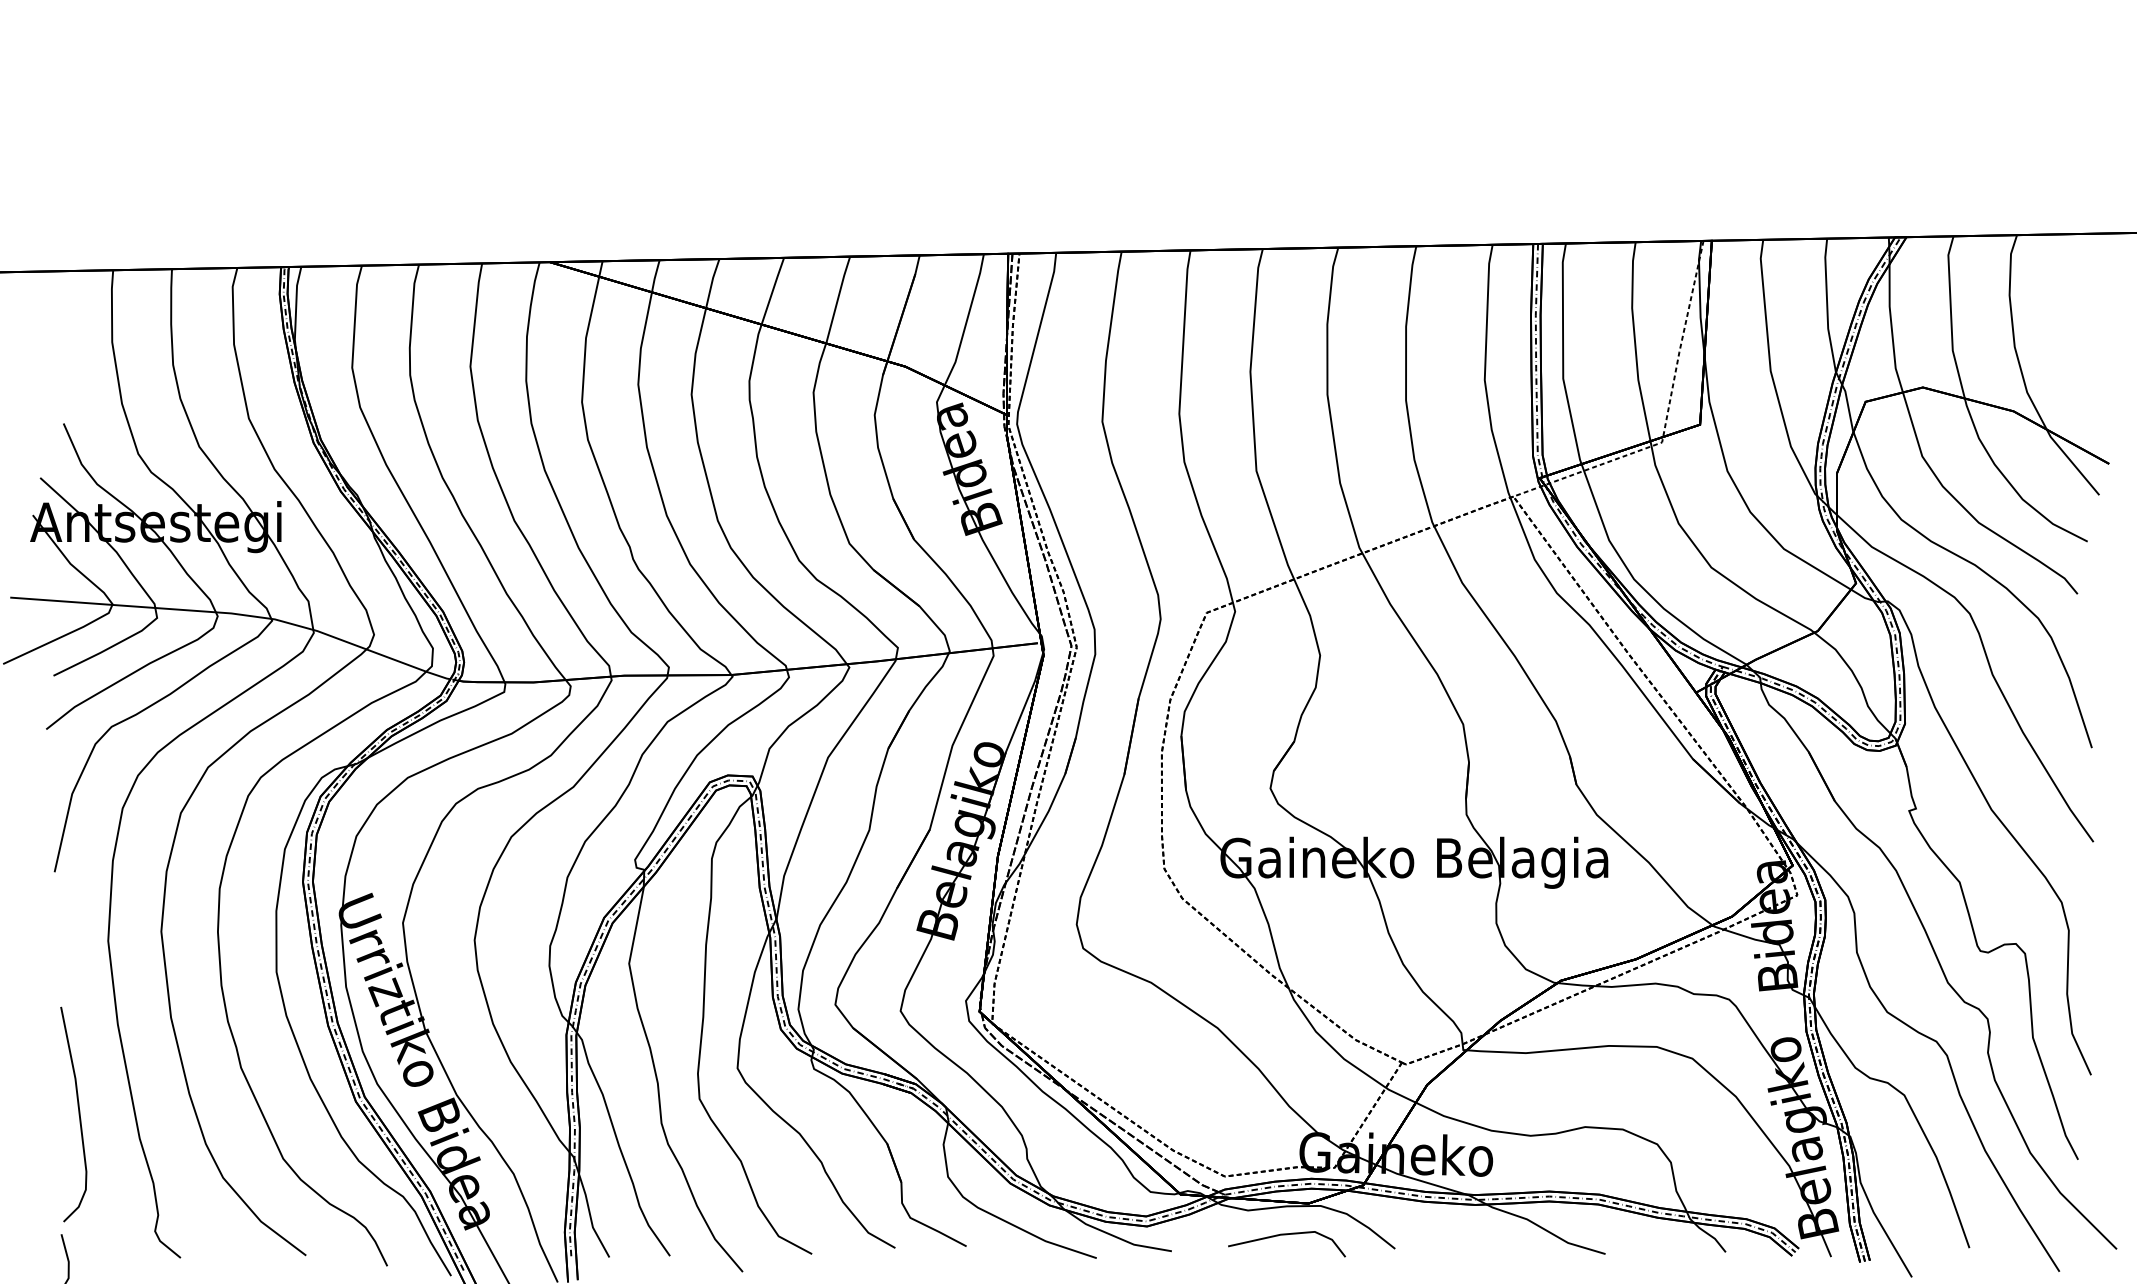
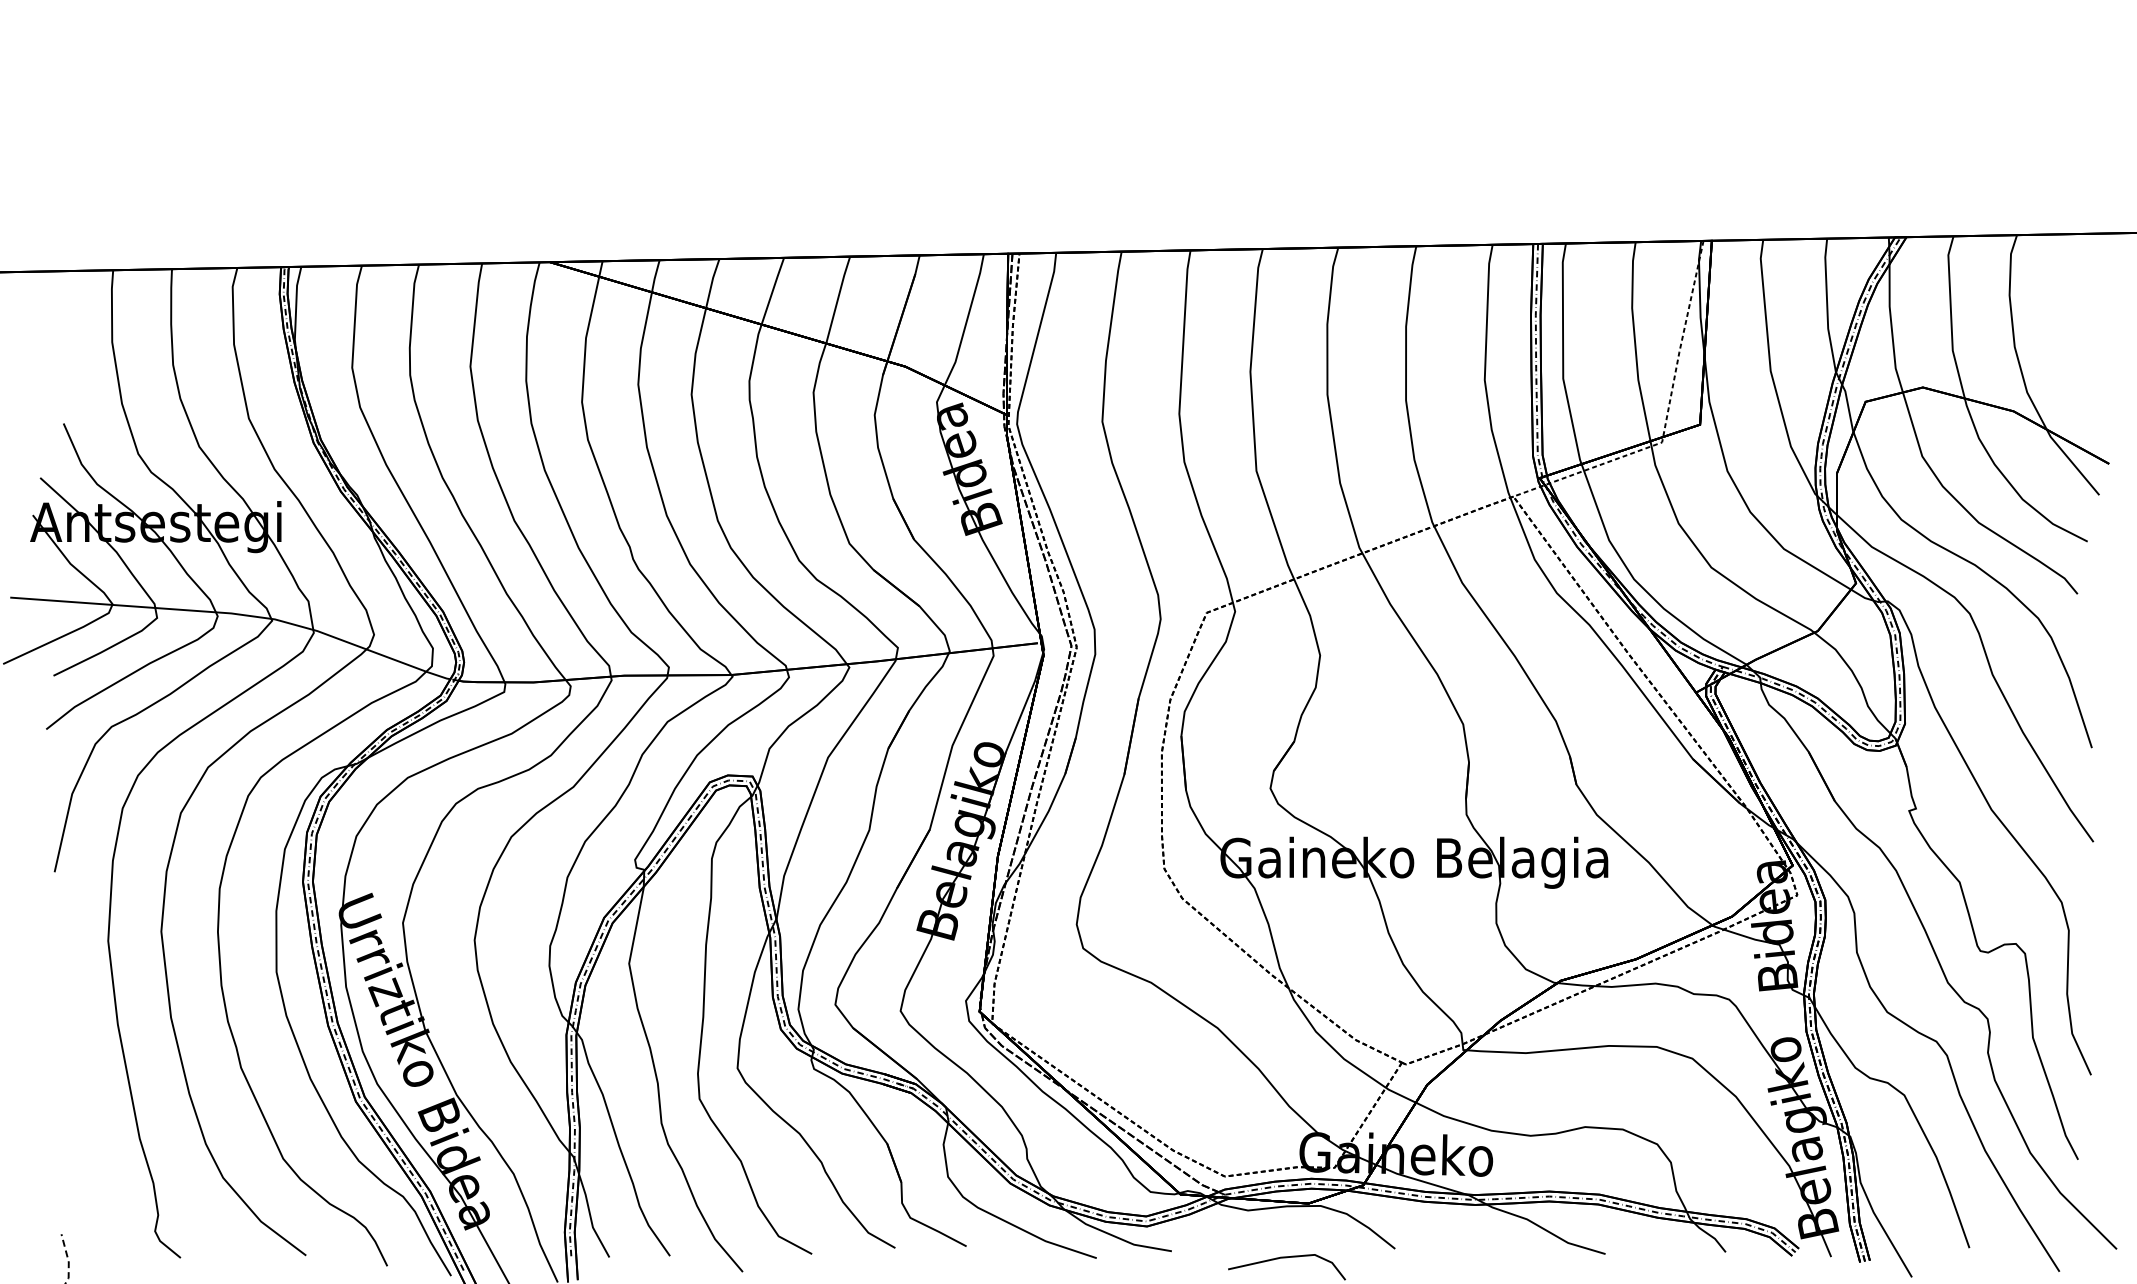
curve at (78, 1114): present -> none
line at (1286, 1235) position: (1286, 1235) -> (1286, 1258)
line at (68, 1260): solid -> dashed
